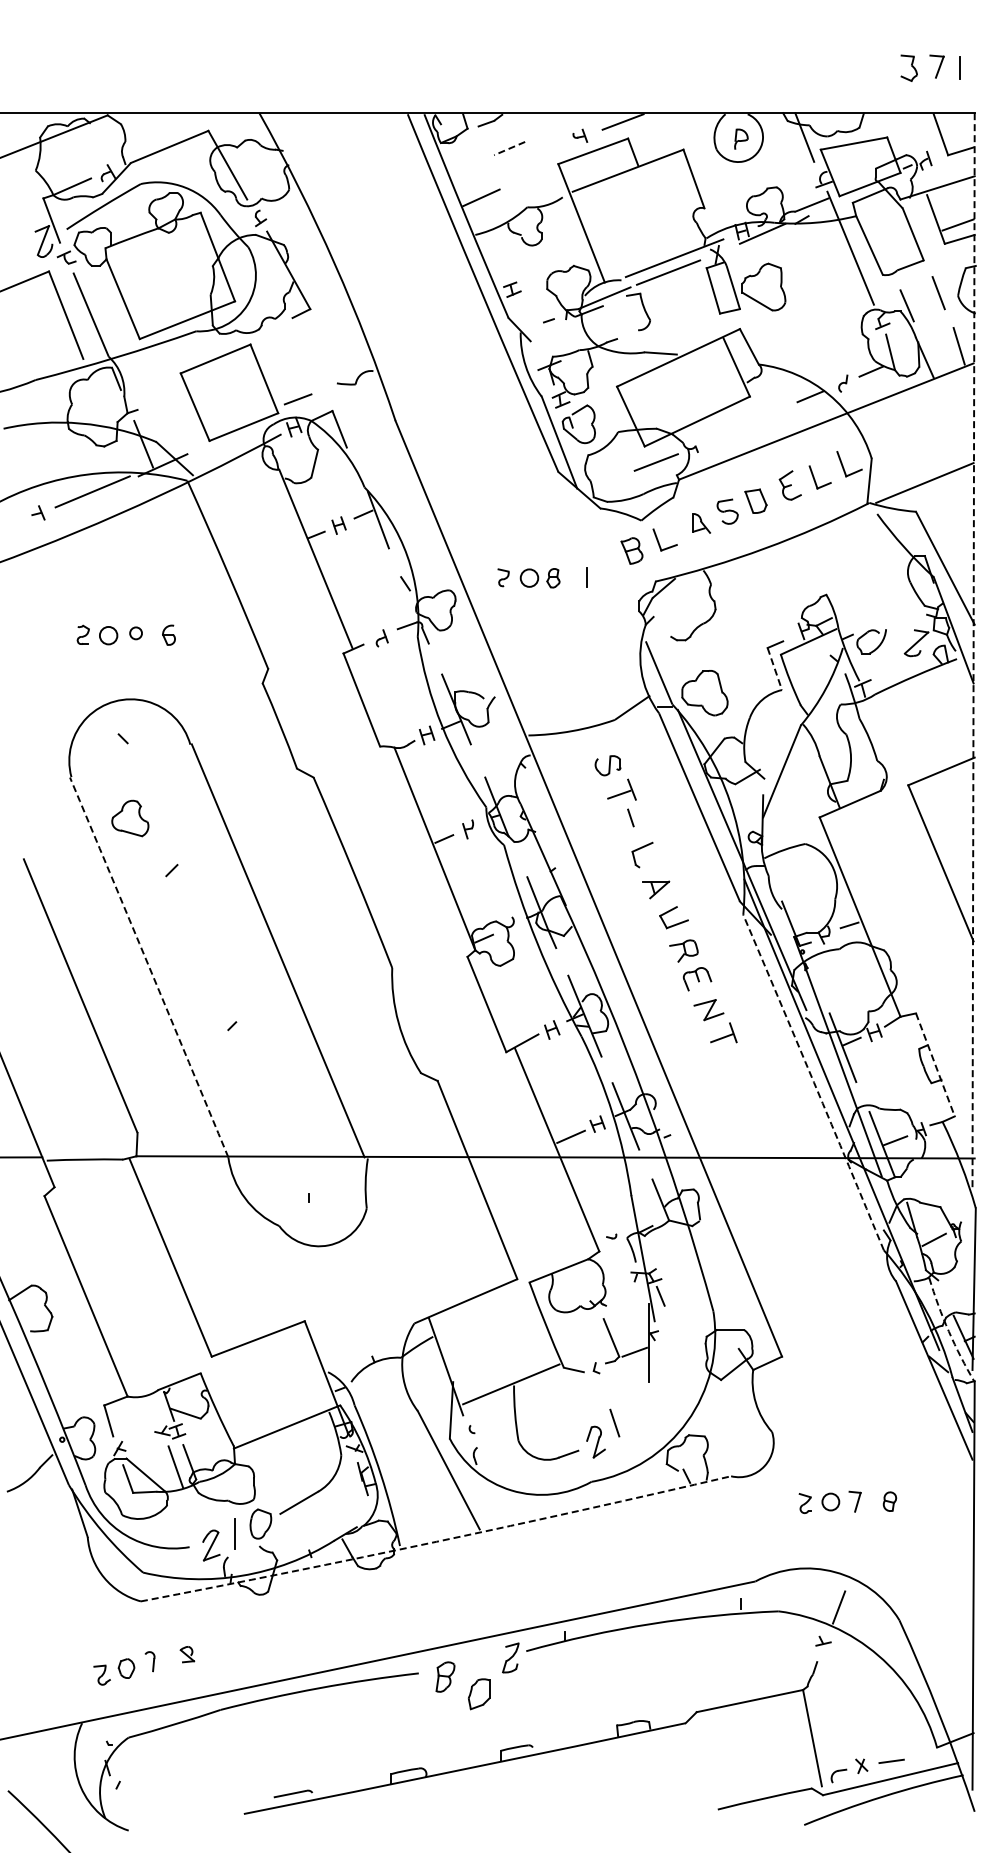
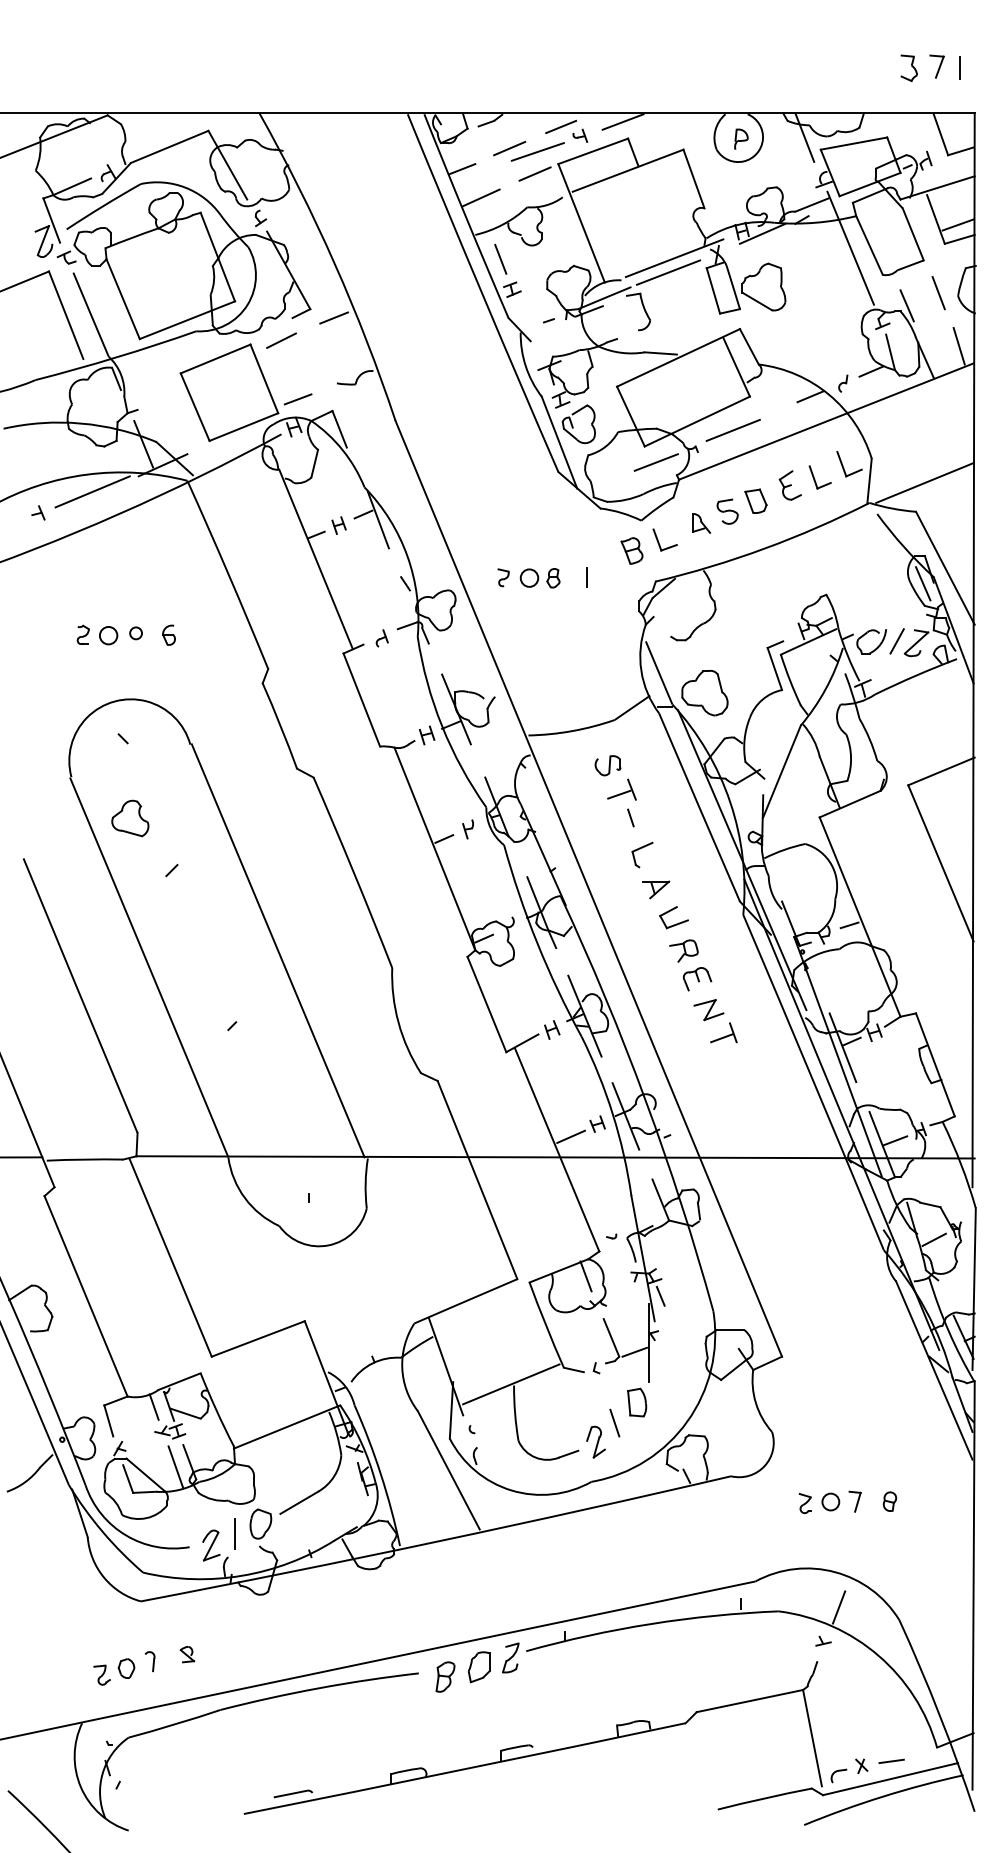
line at (561, 126): none -> present
line at (509, 148): dashed -> solid
line at (537, 151): none -> present
line at (462, 169): none -> present
line at (534, 173): none -> present
line at (500, 258): none -> present
line at (333, 317): none -> present
line at (281, 340): none -> present
line at (732, 429): none -> present
line at (923, 583): none -> present
line at (896, 641): none -> present
line at (973, 650): dashed -> solid
line at (775, 669): dashed -> solid
arc at (149, 967): dashed -> solid
line at (935, 1065): dashed -> solid
arc at (813, 1082): dashed -> solid
line at (585, 1276): none -> present
arc at (948, 1331): dashed -> solid
part at (637, 1402): none -> present
line at (153, 1406): none -> present
arc at (436, 1541): dashed -> solid
part at (478, 1694) position: (478, 1694) -> (478, 1667)
